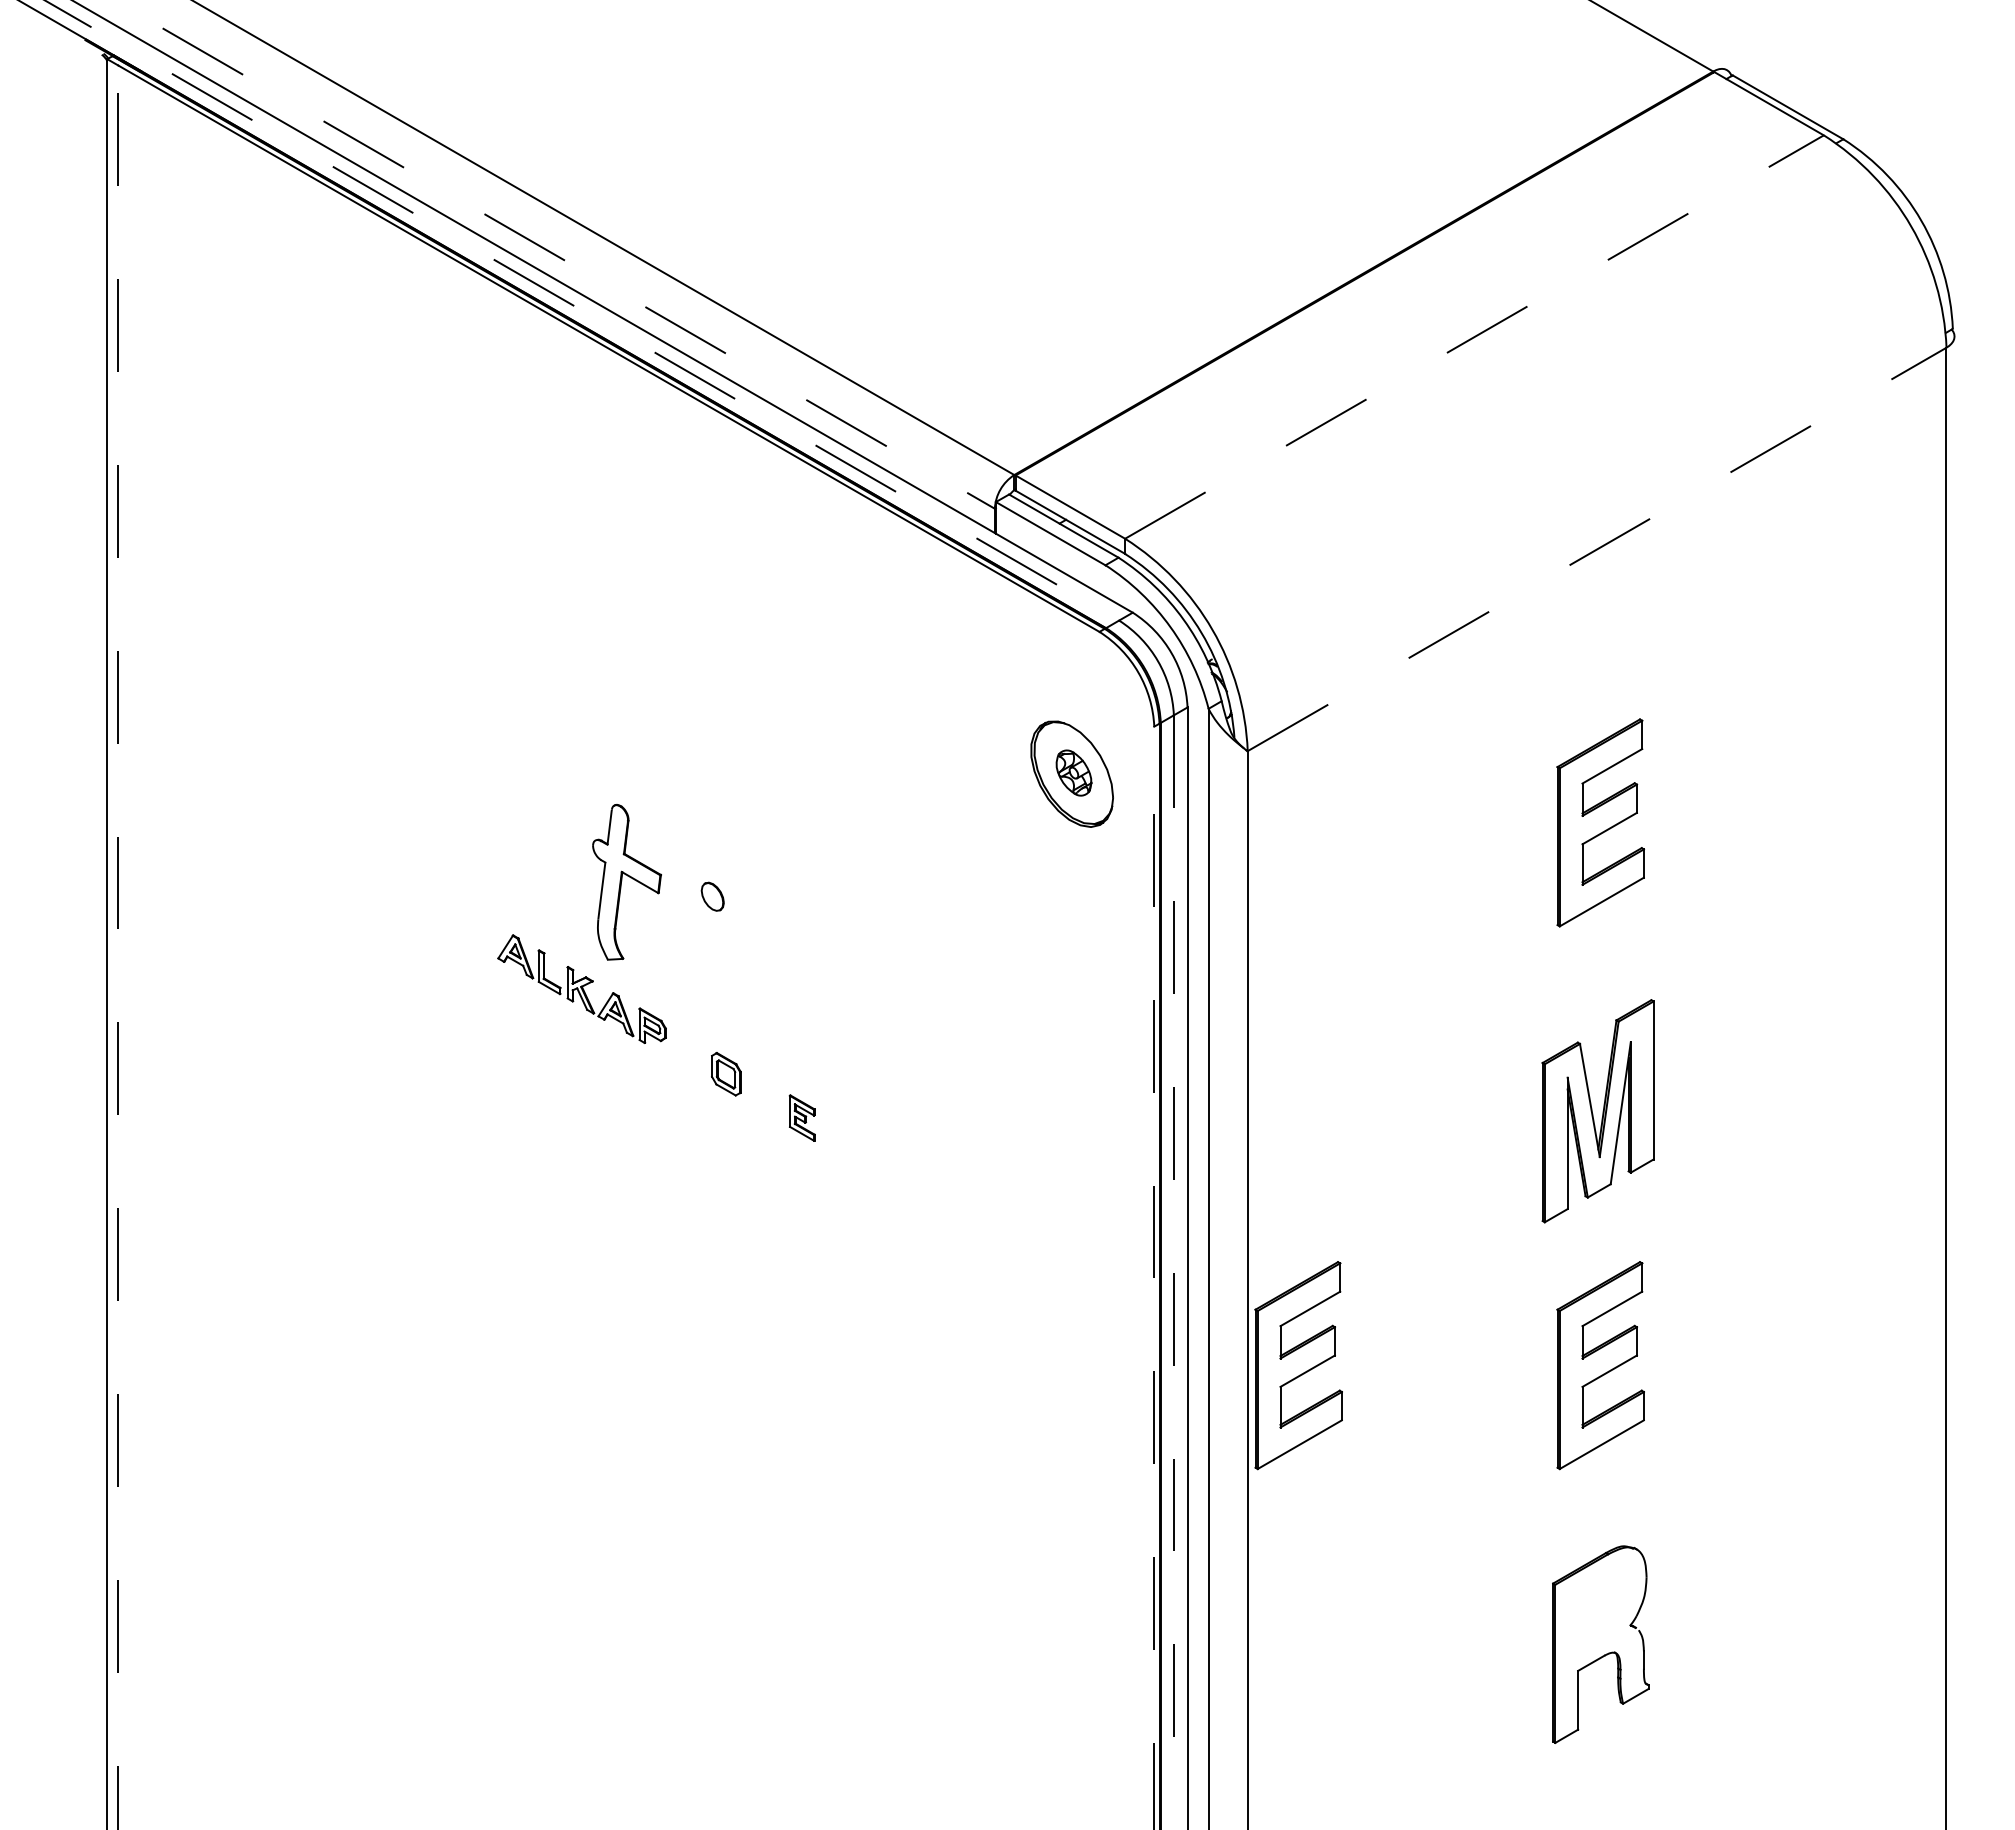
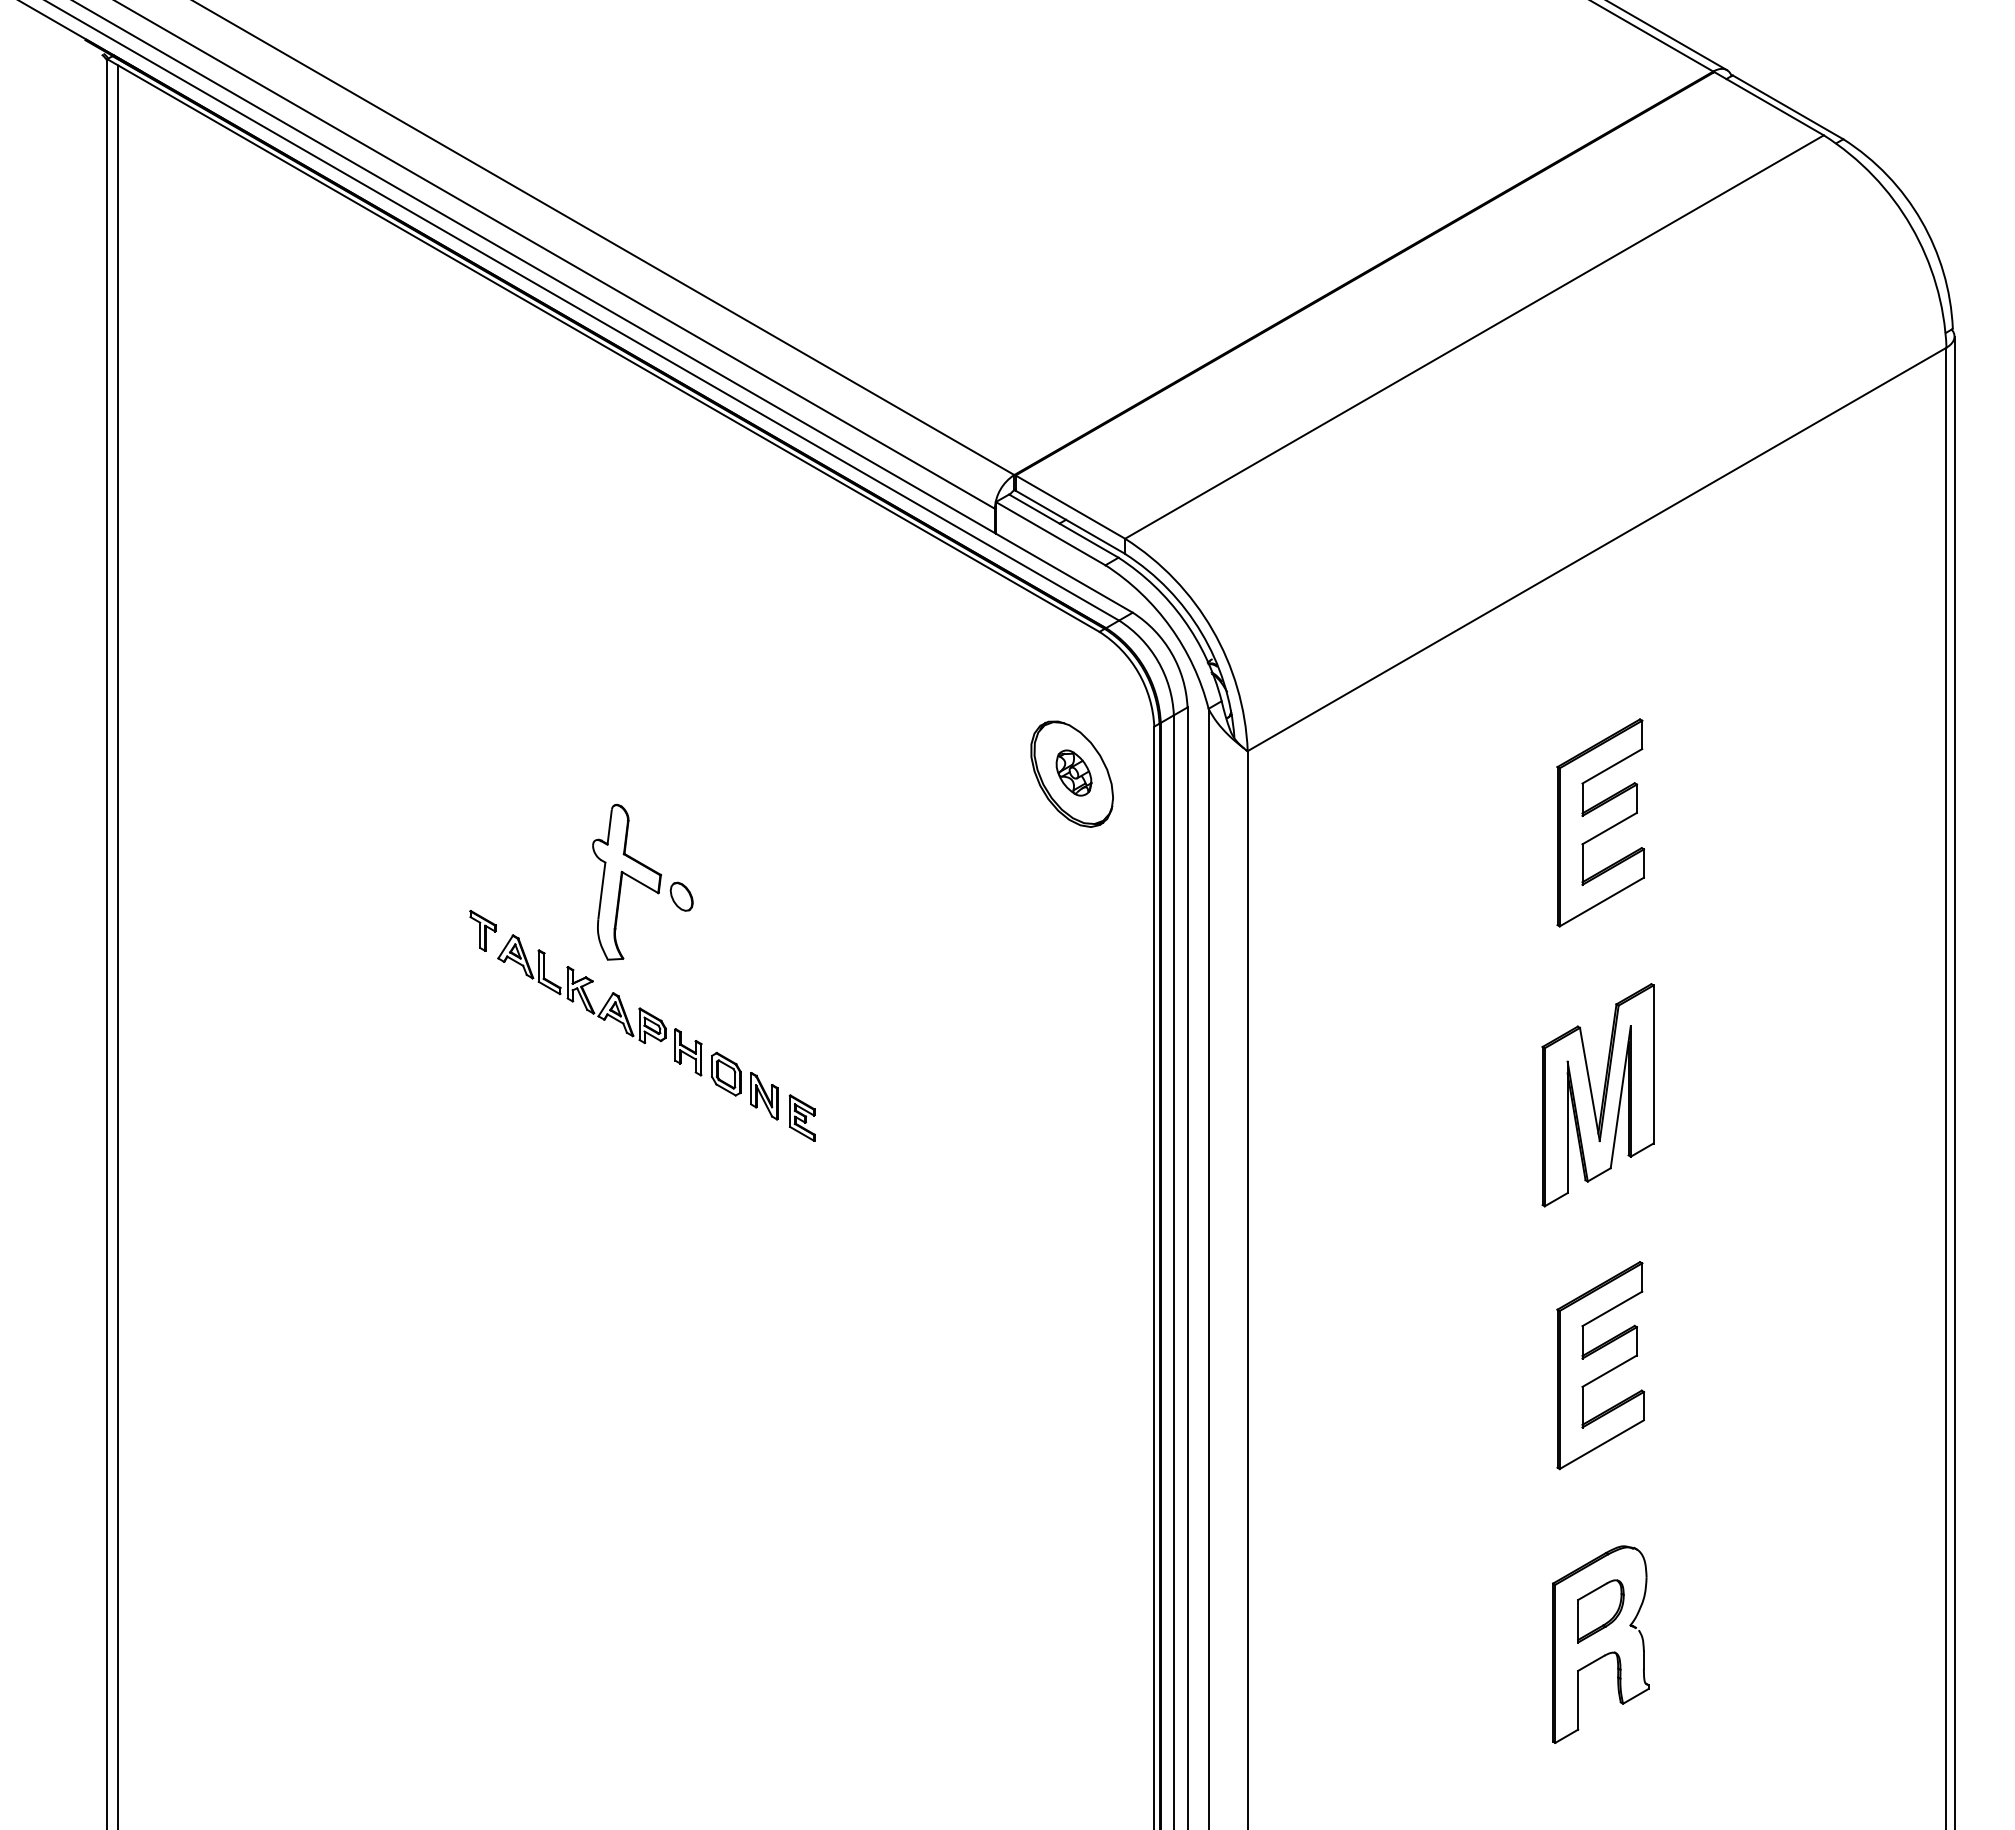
line at (1668, 36): none -> present
line at (554, 254): dashed -> solid
line at (582, 310): dashed -> solid
line at (1474, 336): dashed -> solid
line at (1597, 549): dashed -> solid
part at (712, 896) position: (712, 896) -> (681, 896)
part at (482, 930): none -> present
line at (118, 947): dashed -> solid
part at (688, 1052): none -> present
line at (1954, 1081): none -> present
part at (764, 1096): none -> present
part at (1597, 1111) position: (1597, 1111) -> (1597, 1095)
line at (1173, 1272): dashed -> solid
line at (1154, 1277): dashed -> solid
part at (1298, 1365): present -> none
part at (1600, 1611): none -> present
